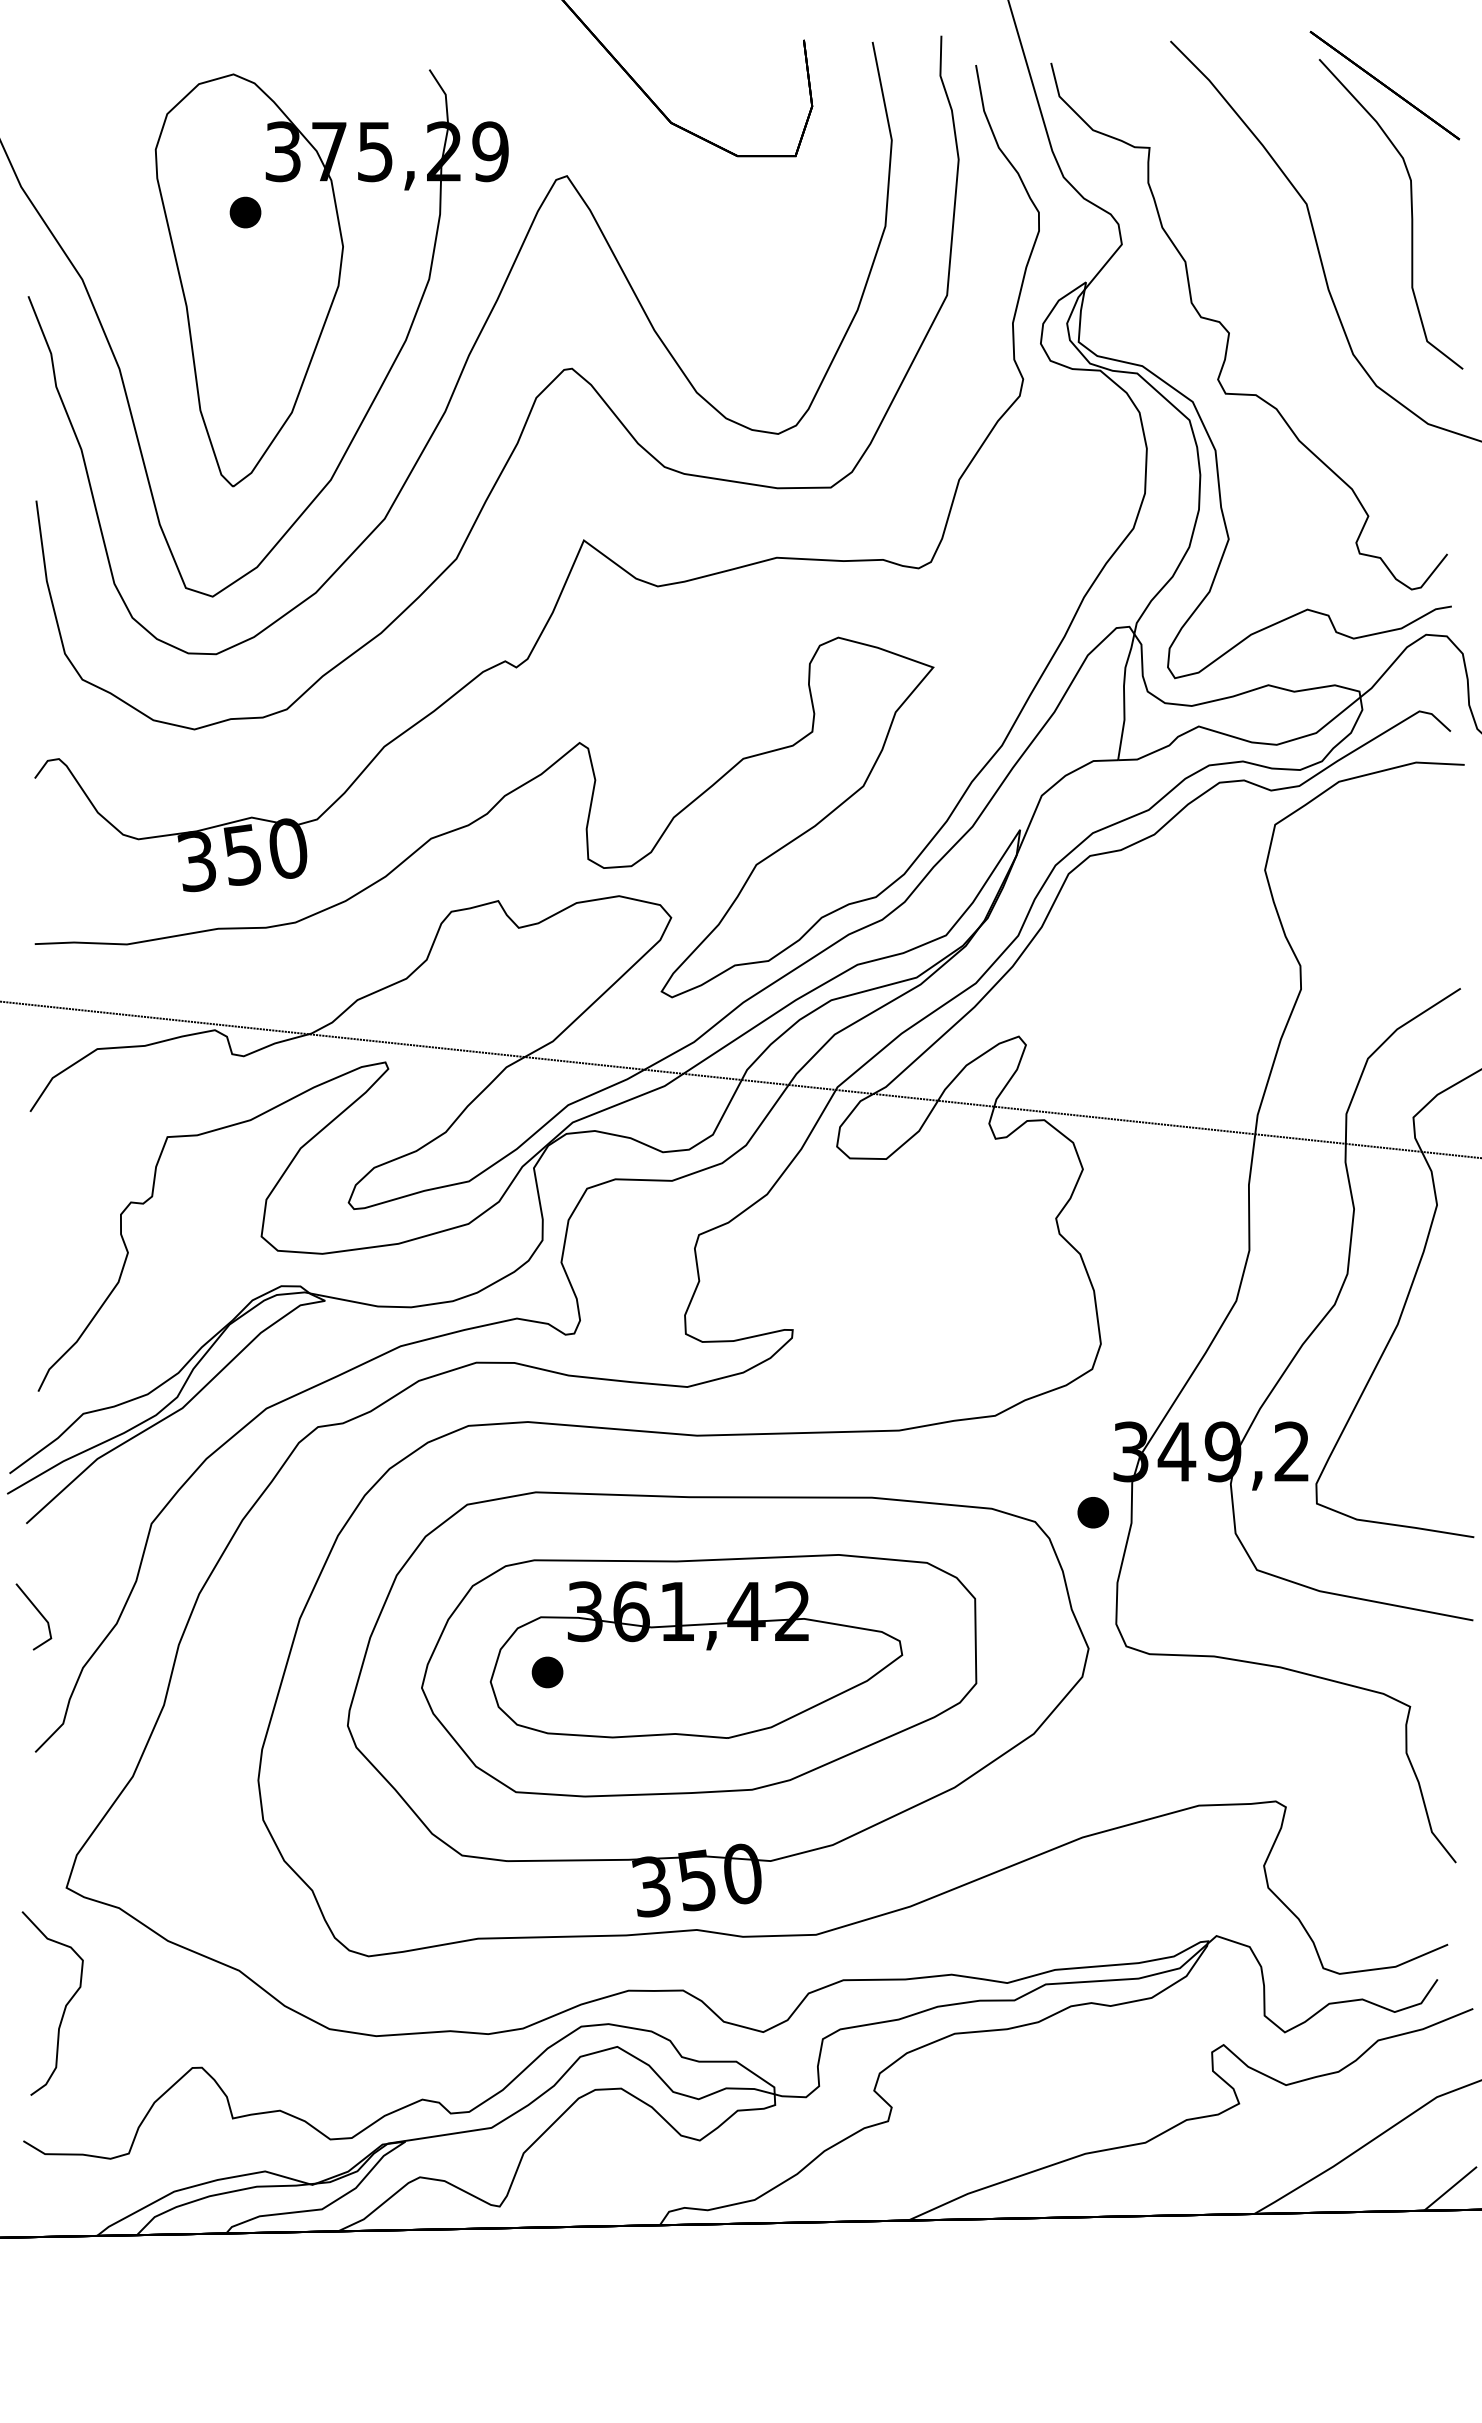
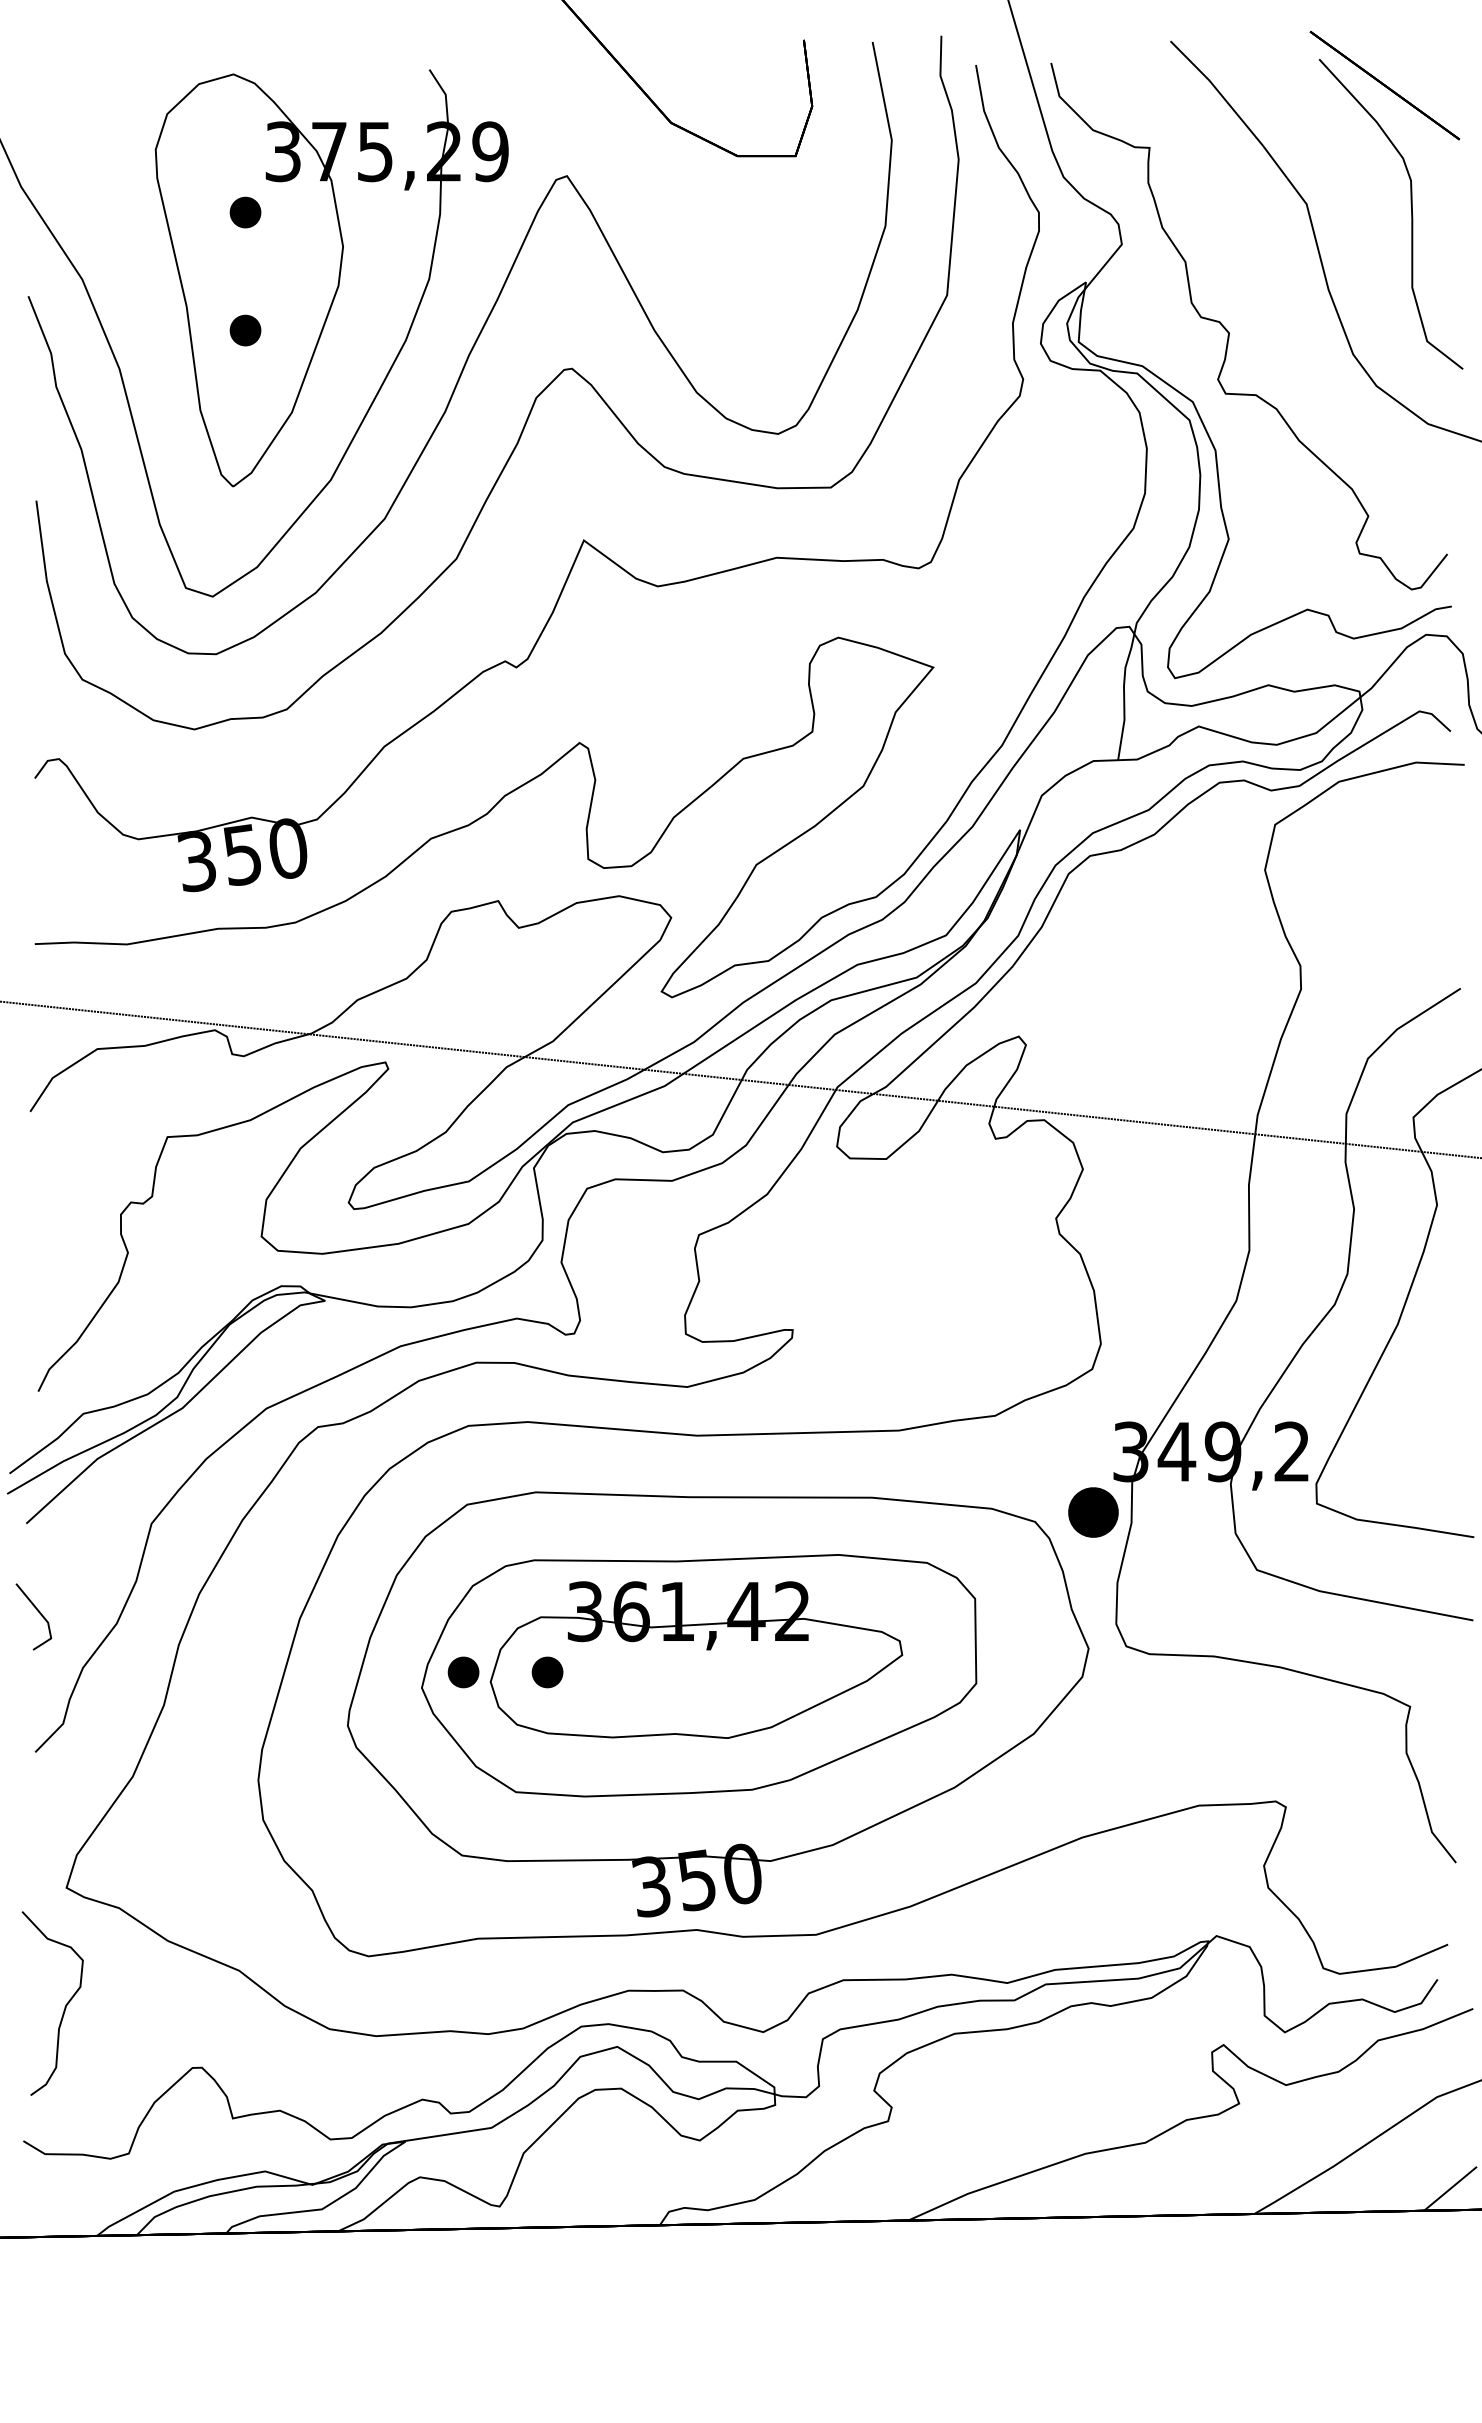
part at (245, 330): none -> present
part at (1092, 1512) size: 32x32 px -> 51x51 px
part at (463, 1672): none -> present
